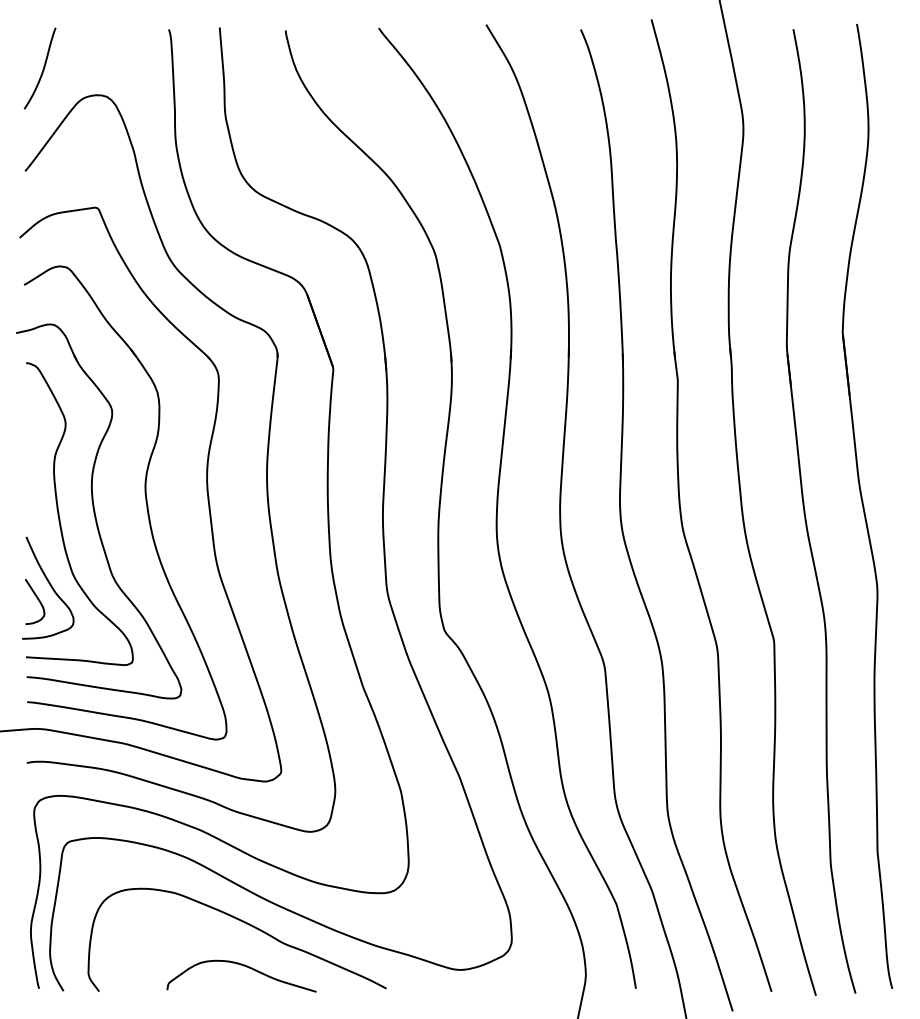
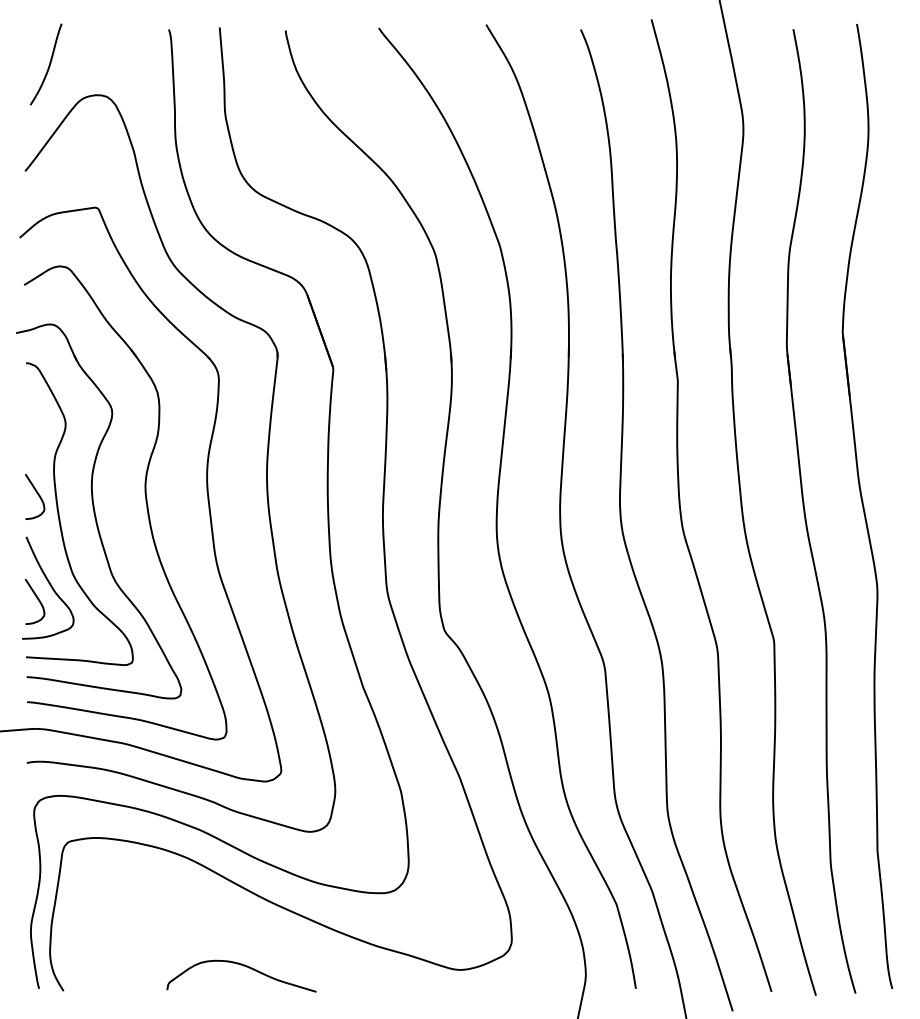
curve at (42, 69) position: (42, 69) -> (48, 65)
curve at (36, 493): none -> present
curve at (244, 923): present -> none
